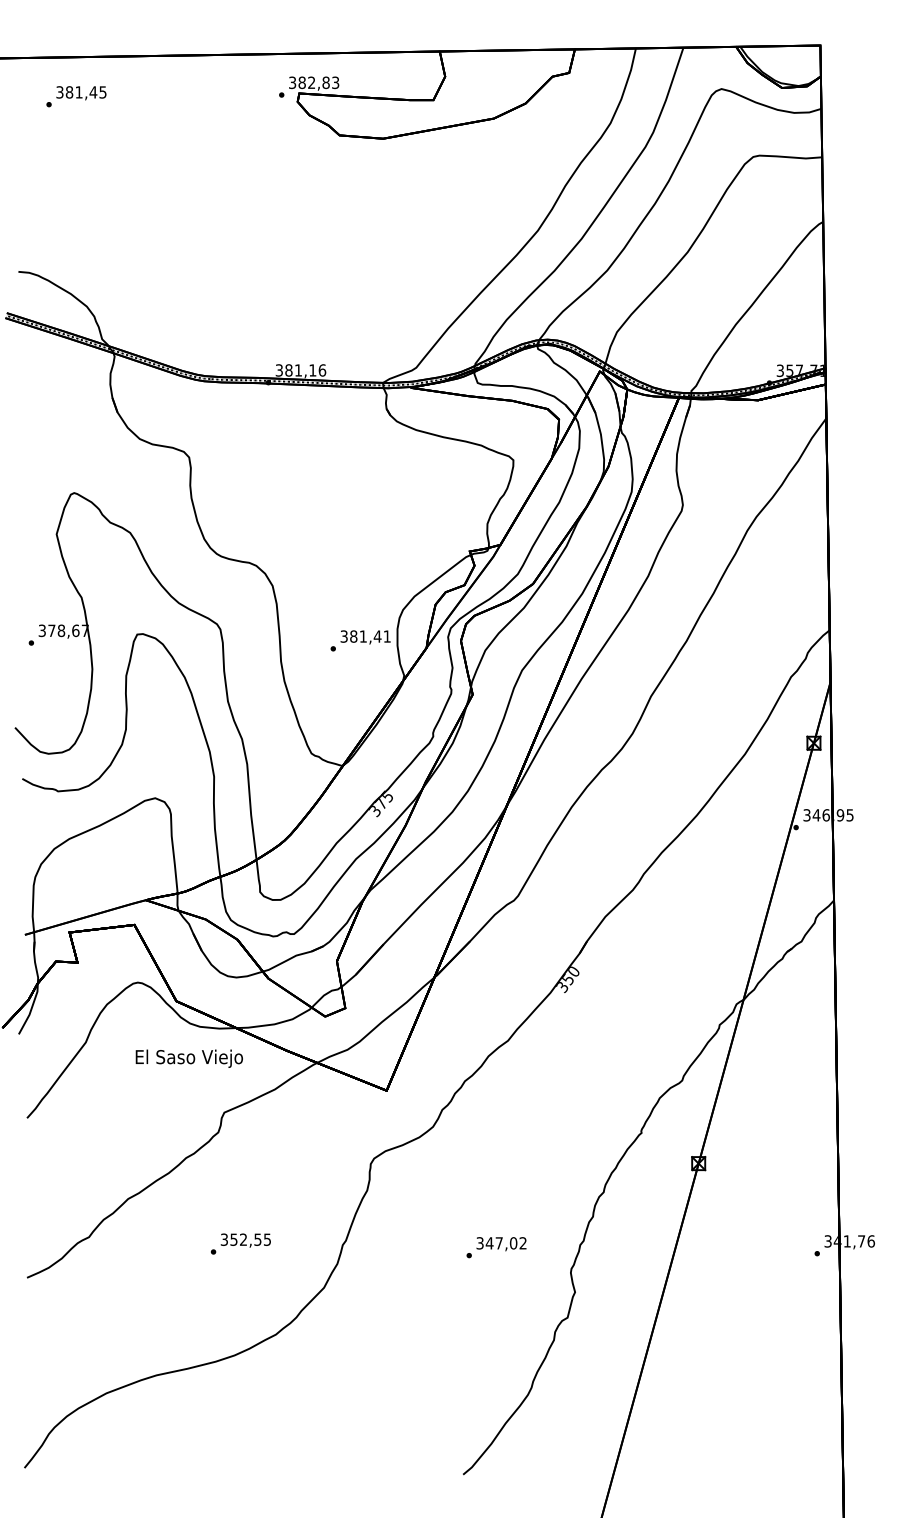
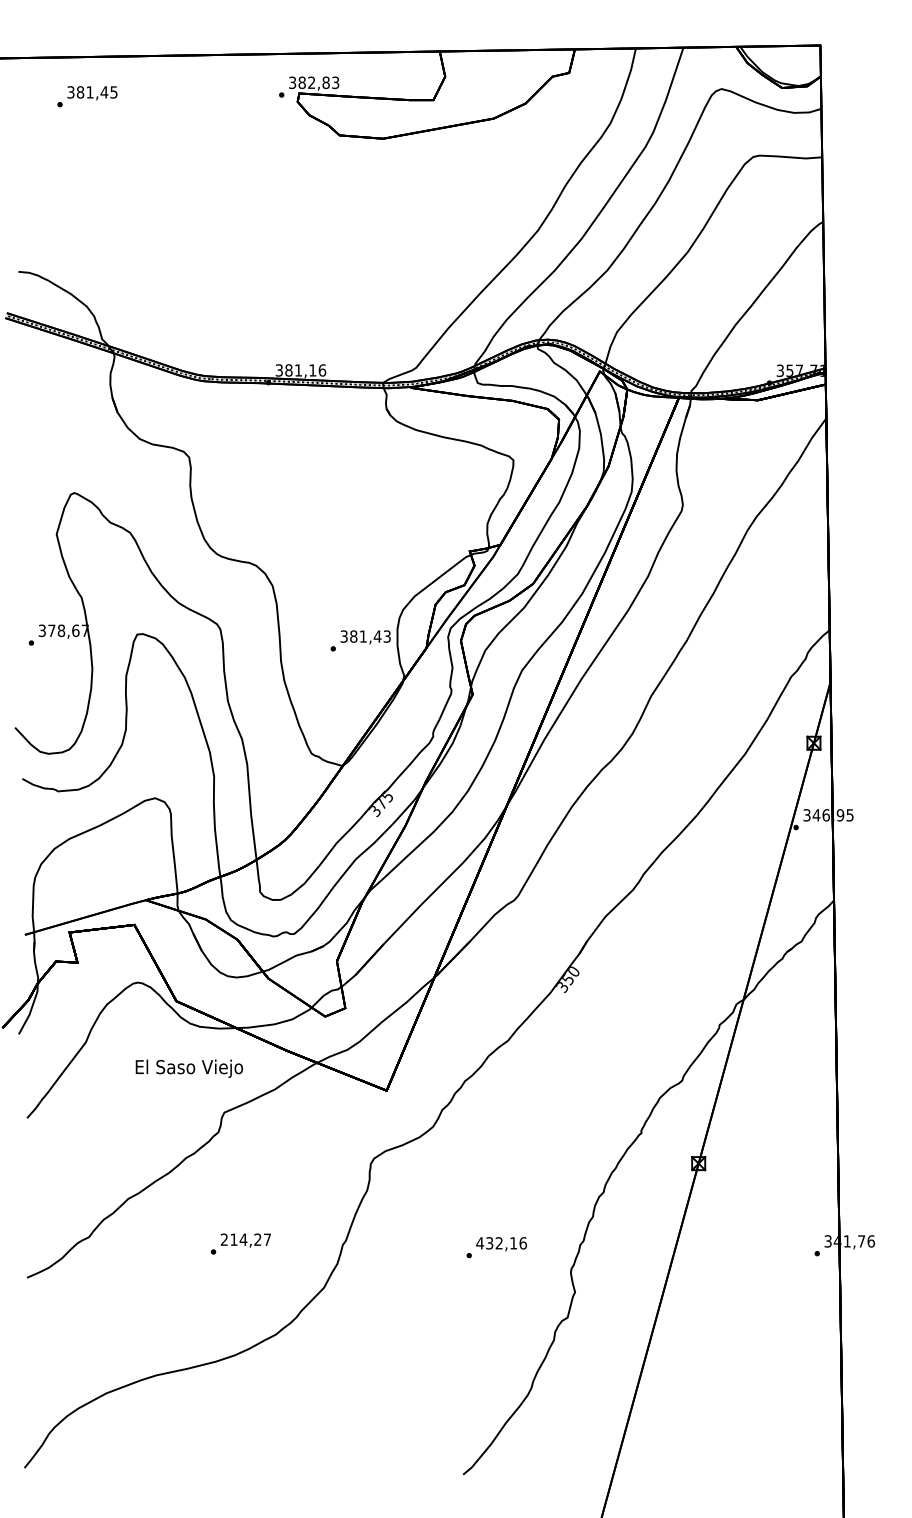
text at (76, 96) position: (76, 96) -> (87, 96)
text at (386, 636): 381,41 -> 381,43
text at (188, 1058) position: (188, 1058) -> (188, 1068)
text at (245, 1239): 352,55 -> 214,27
text at (501, 1243): 347,02 -> 432,16
